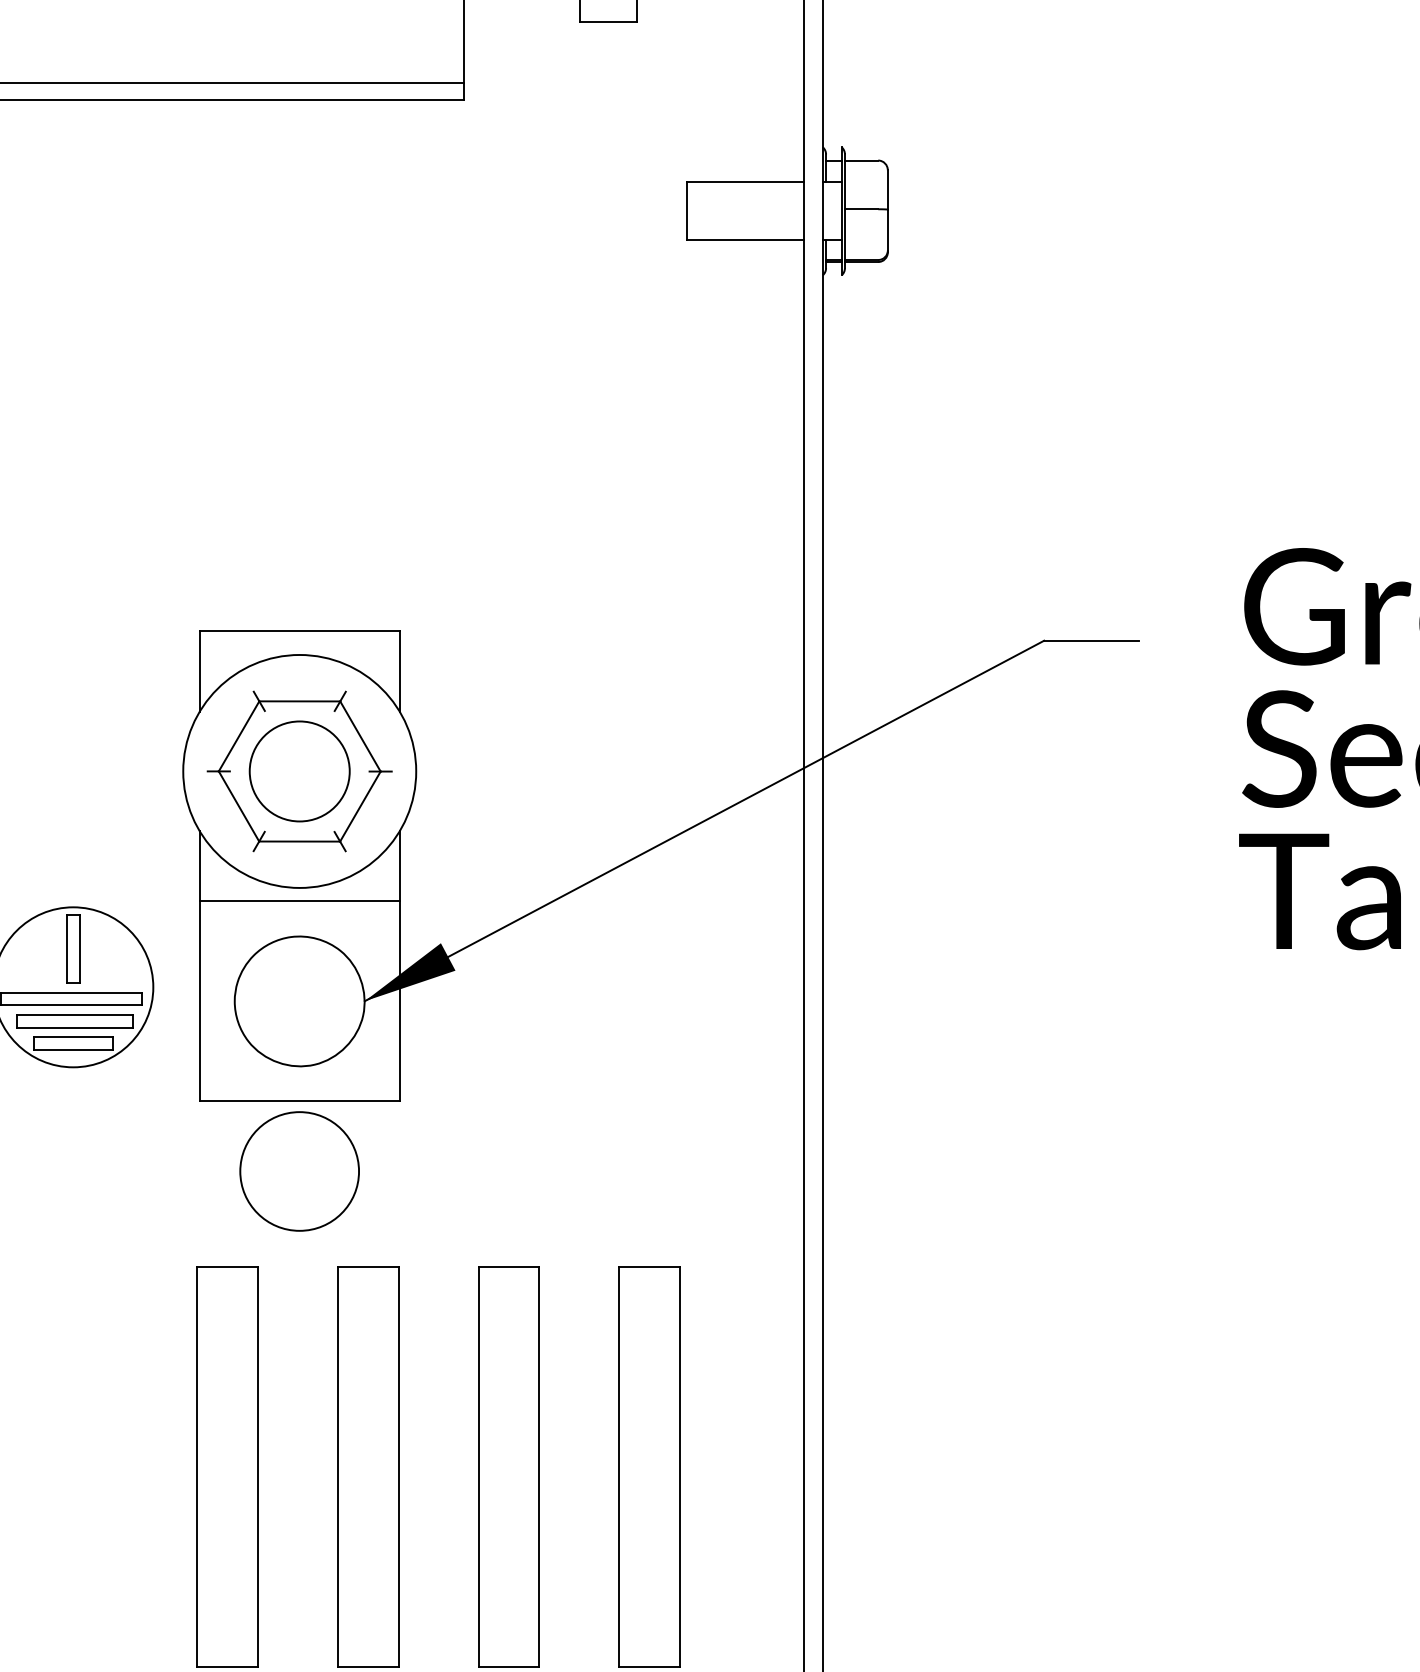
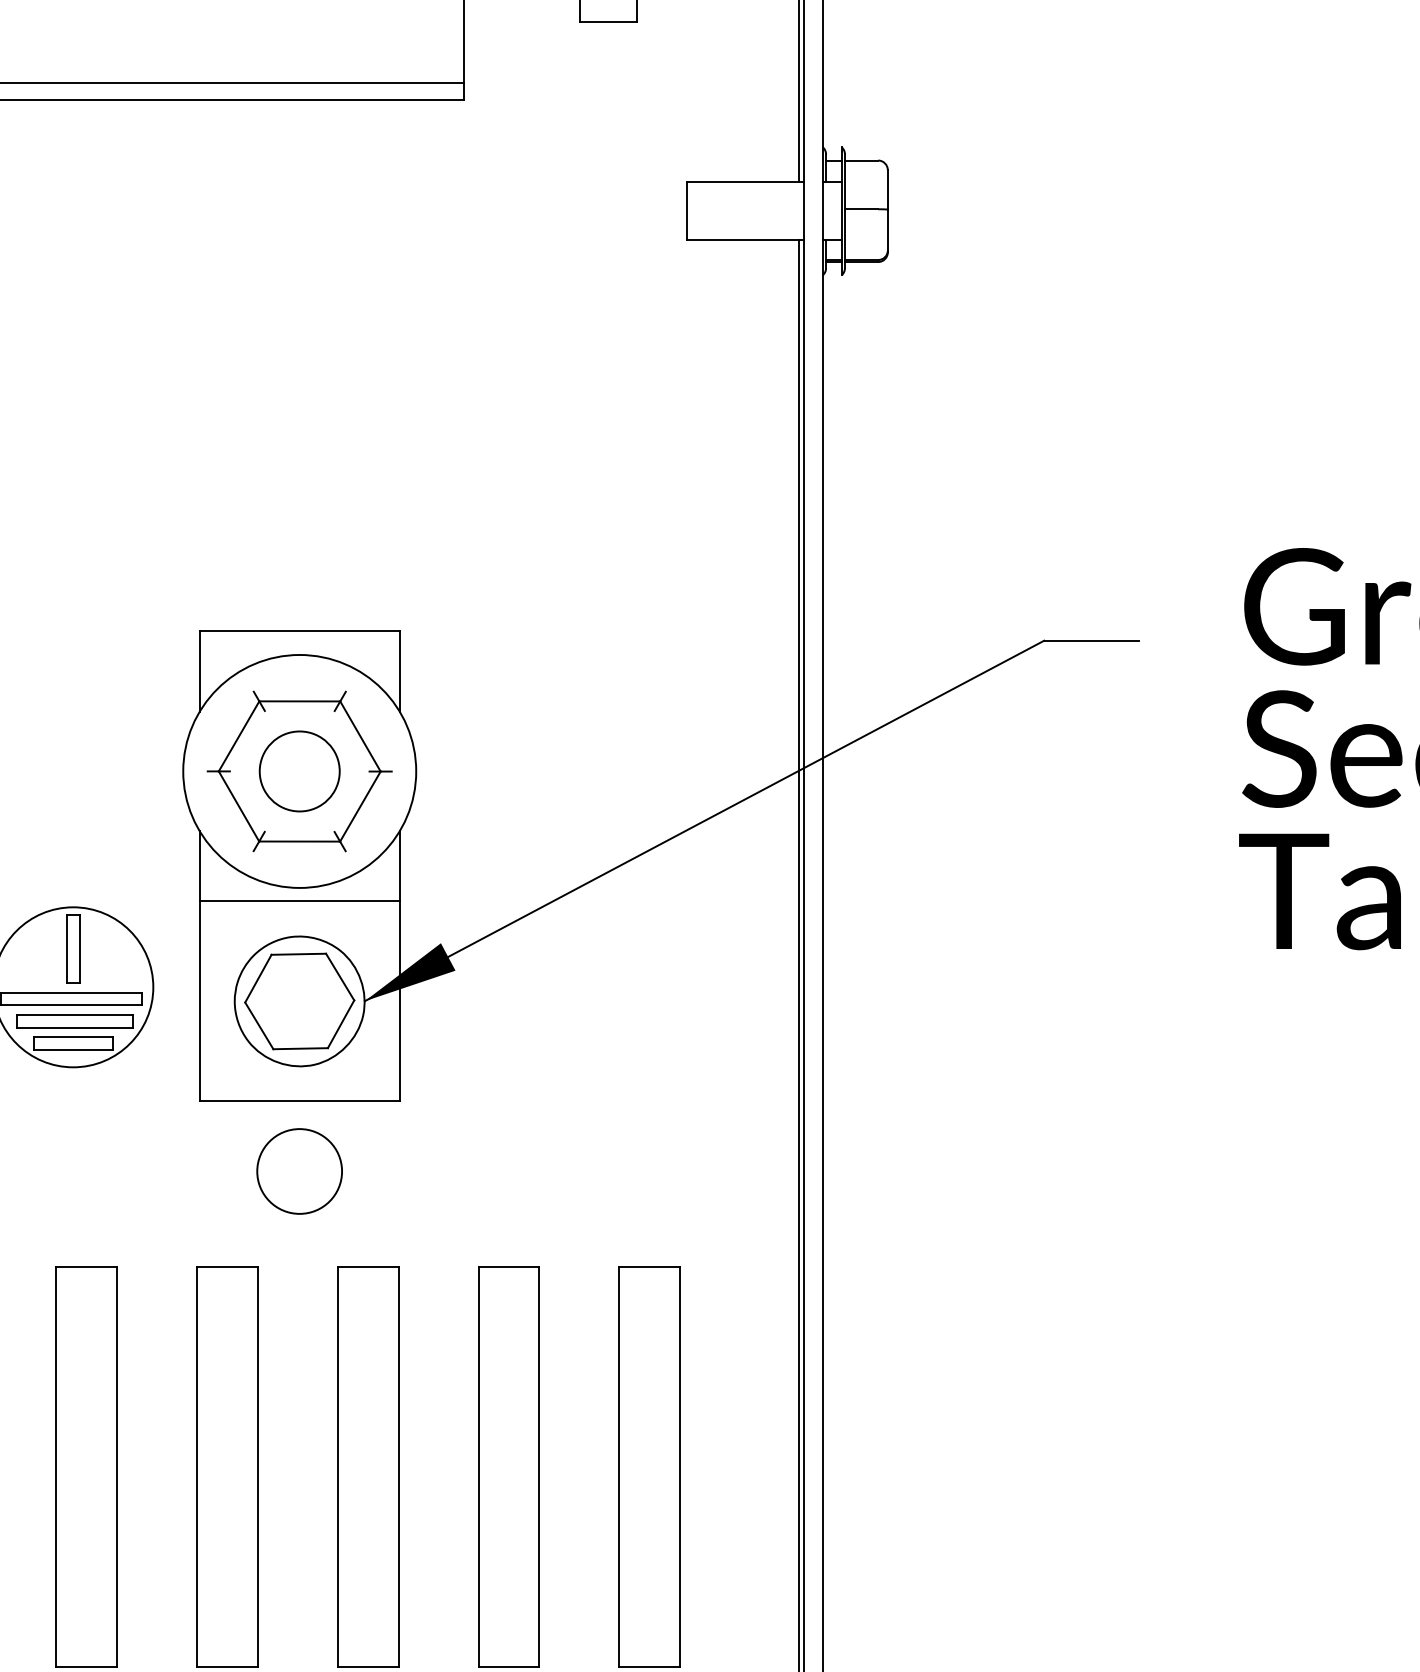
line at (798, 92): none -> present
circle at (299, 771) diameter: 100 px -> 80 px
line at (798, 954): none -> present
part at (299, 1001): none -> present
circle at (299, 1171) diameter: 119 px -> 85 px
part at (86, 1466): none -> present
